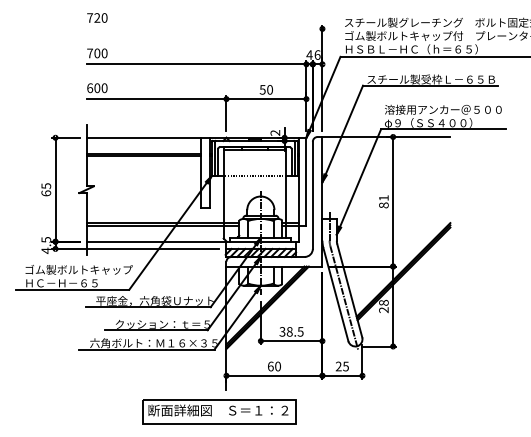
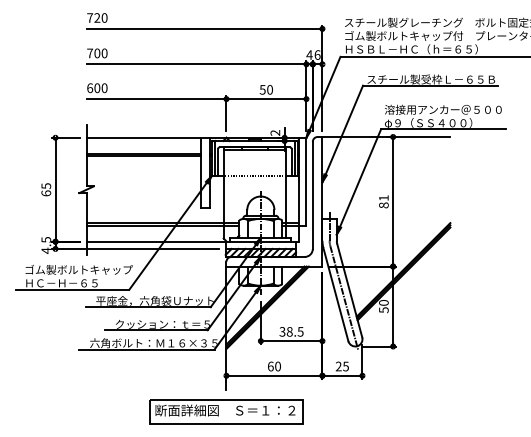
line at (204, 28): none -> present
text at (383, 306): 28 -> 50
part at (219, 411) position: (219, 411) -> (226, 411)
